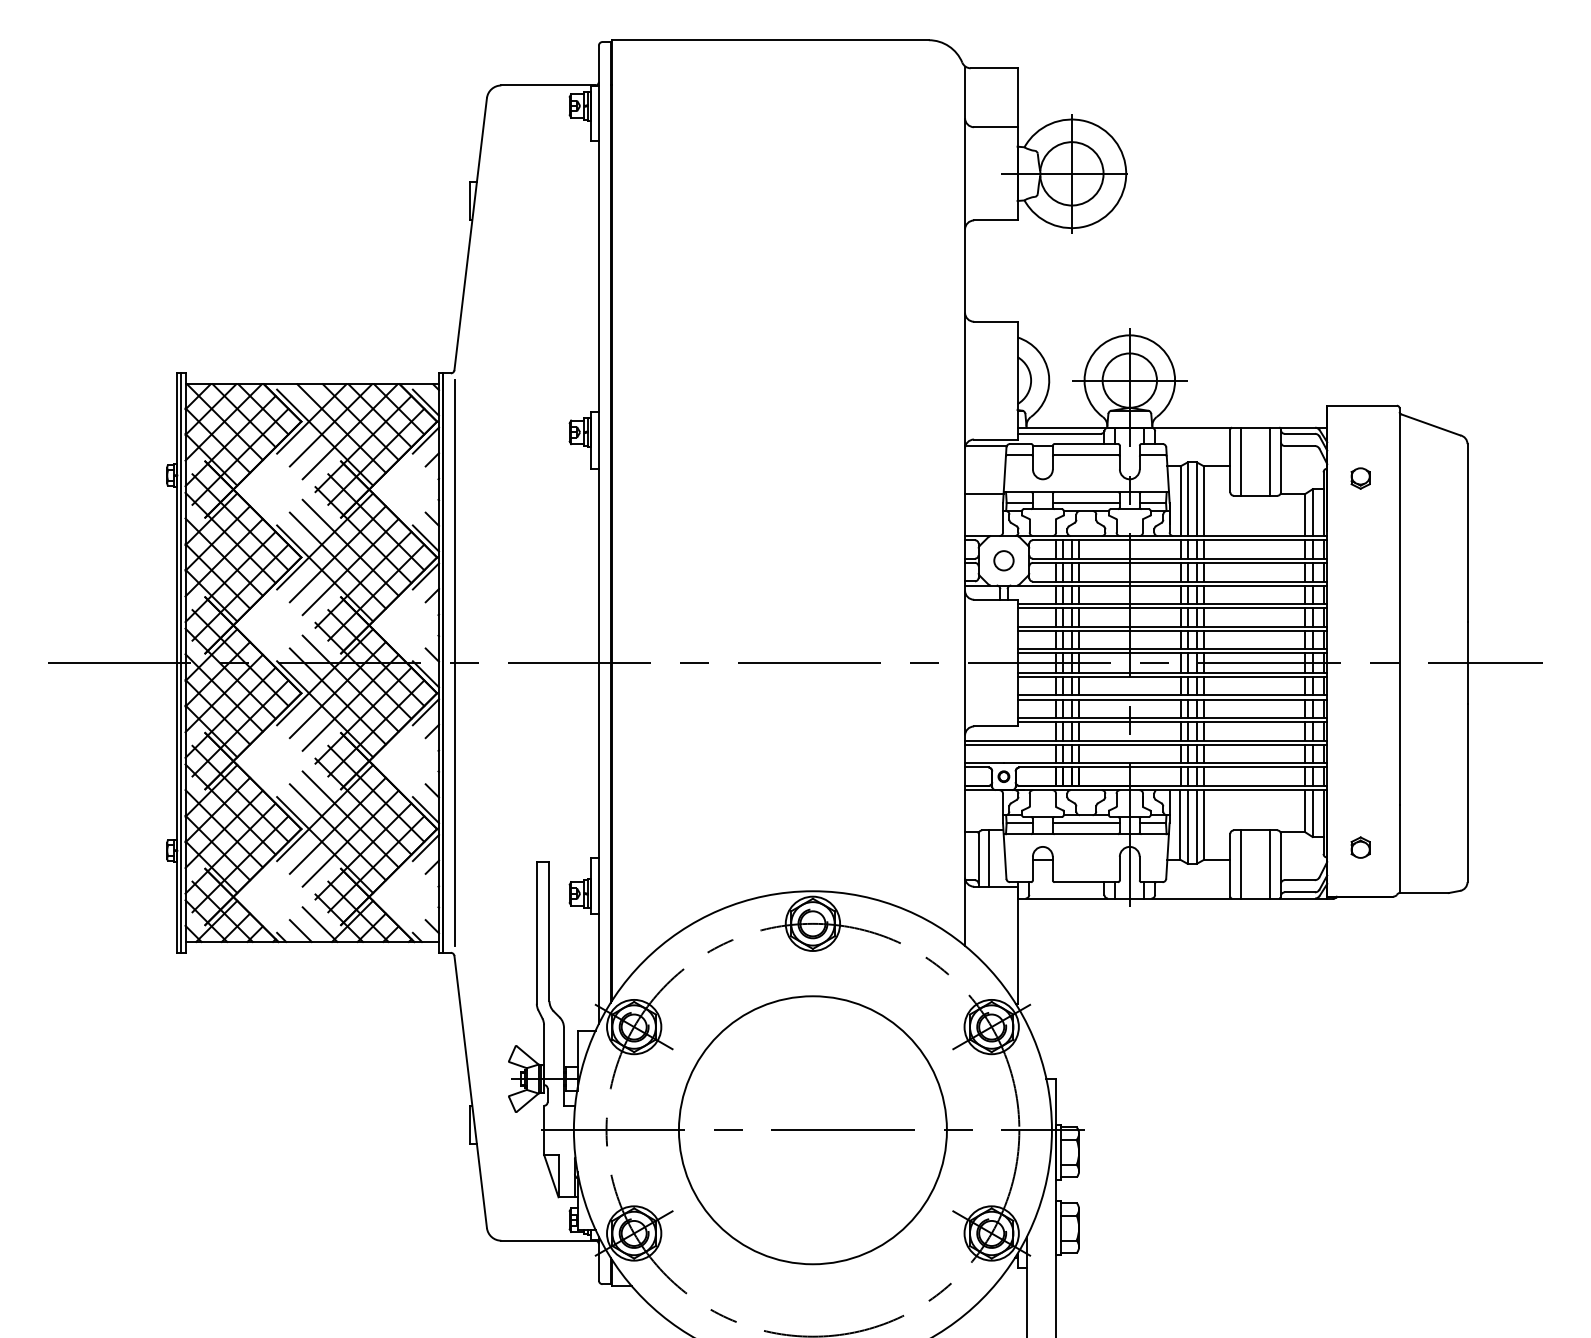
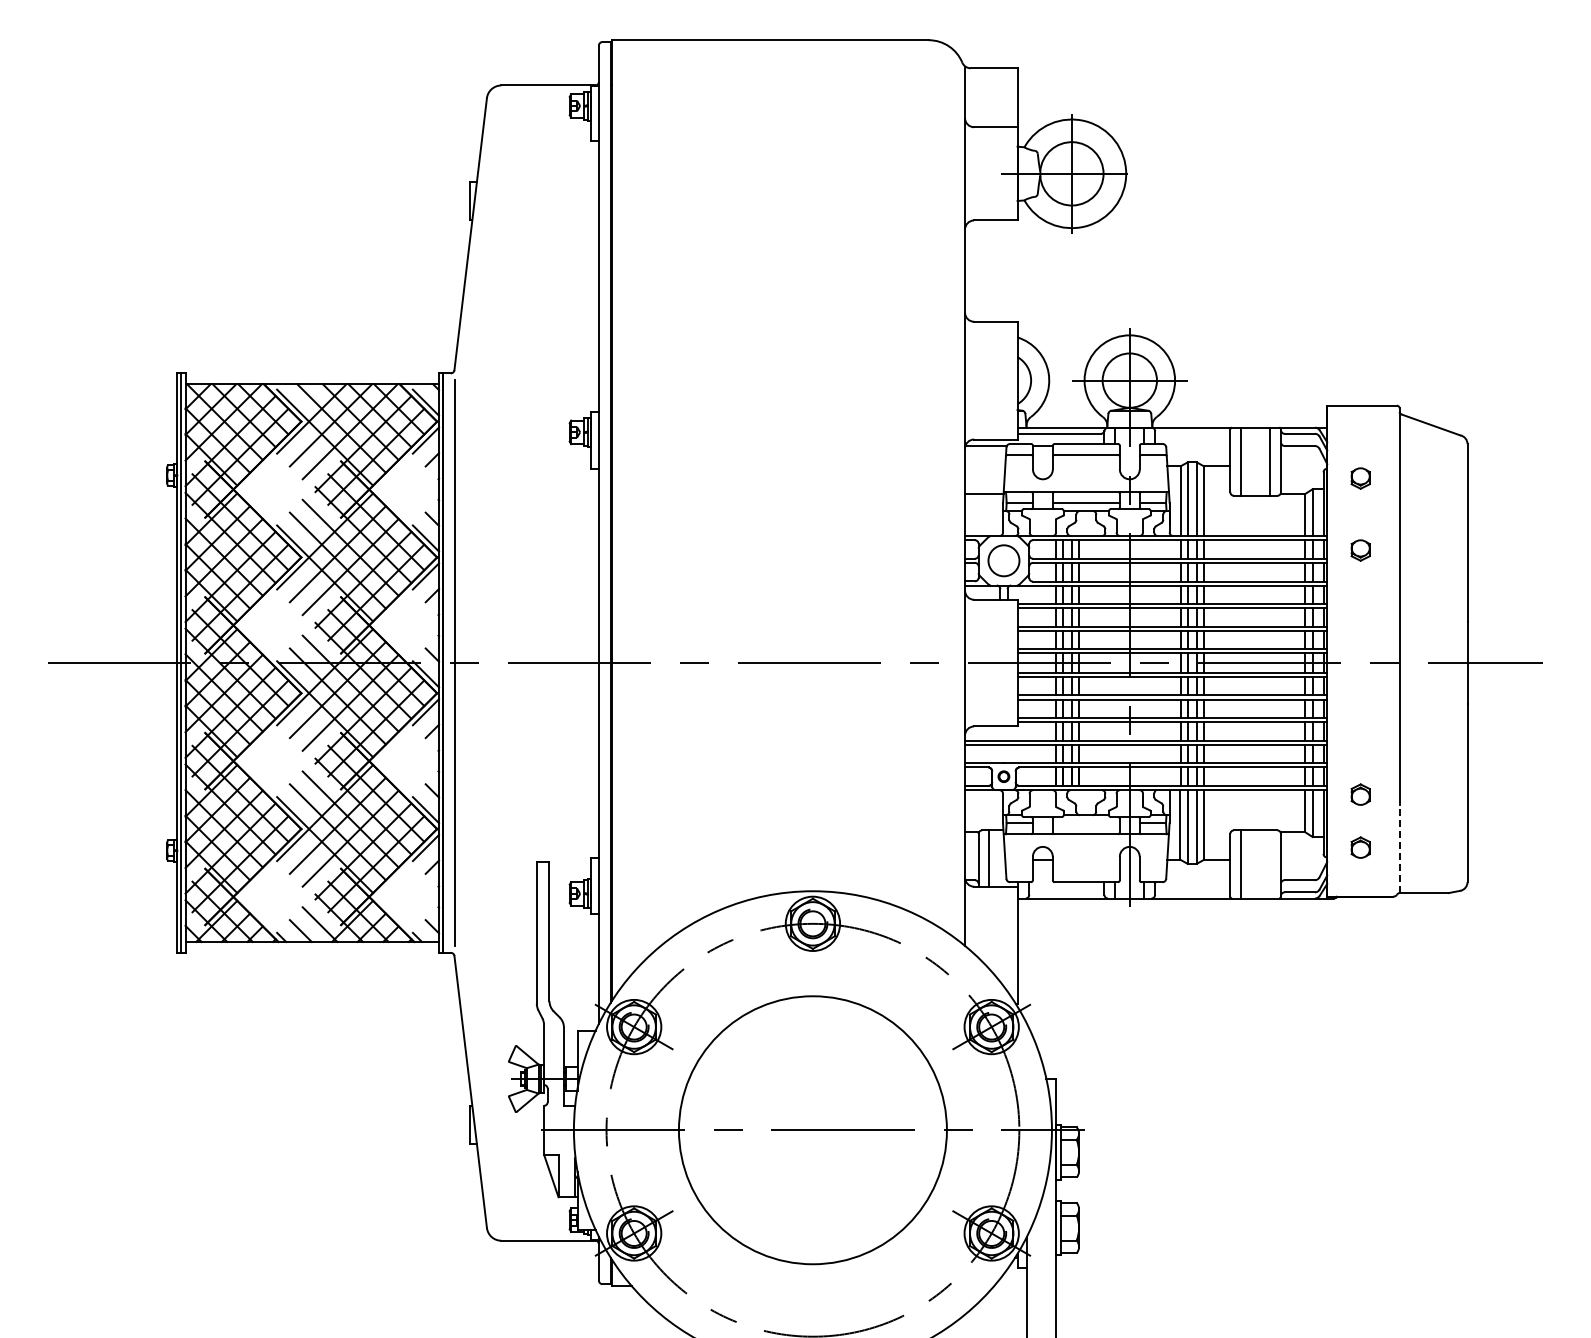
part at (1360, 550): none -> present
circle at (1003, 560) diameter: 19 px -> 31 px
part at (1360, 794): none -> present
line at (1085, 823): present -> none
line at (1399, 849): solid -> dashed
line at (1270, 864): present -> none
